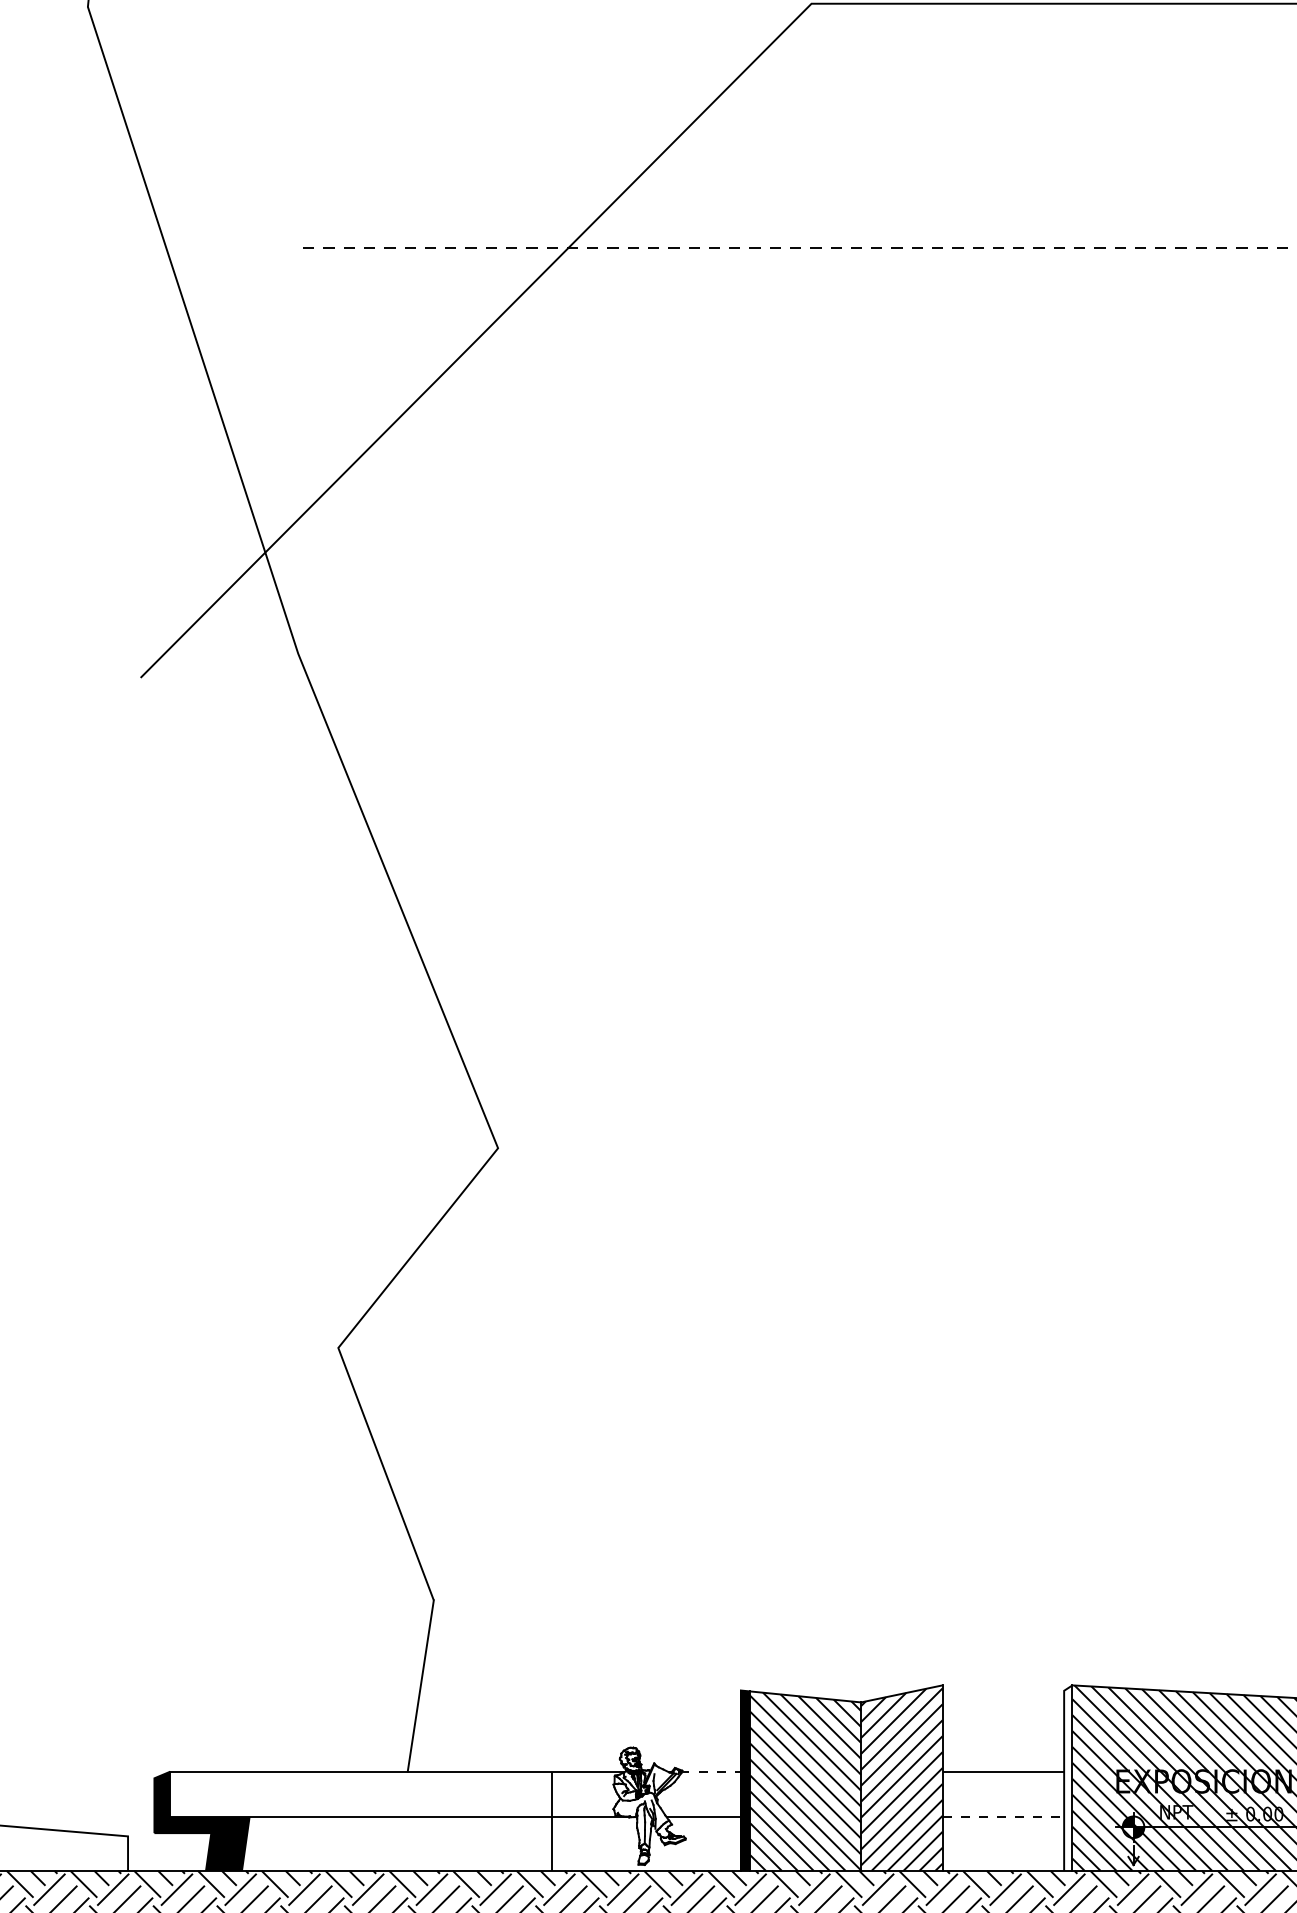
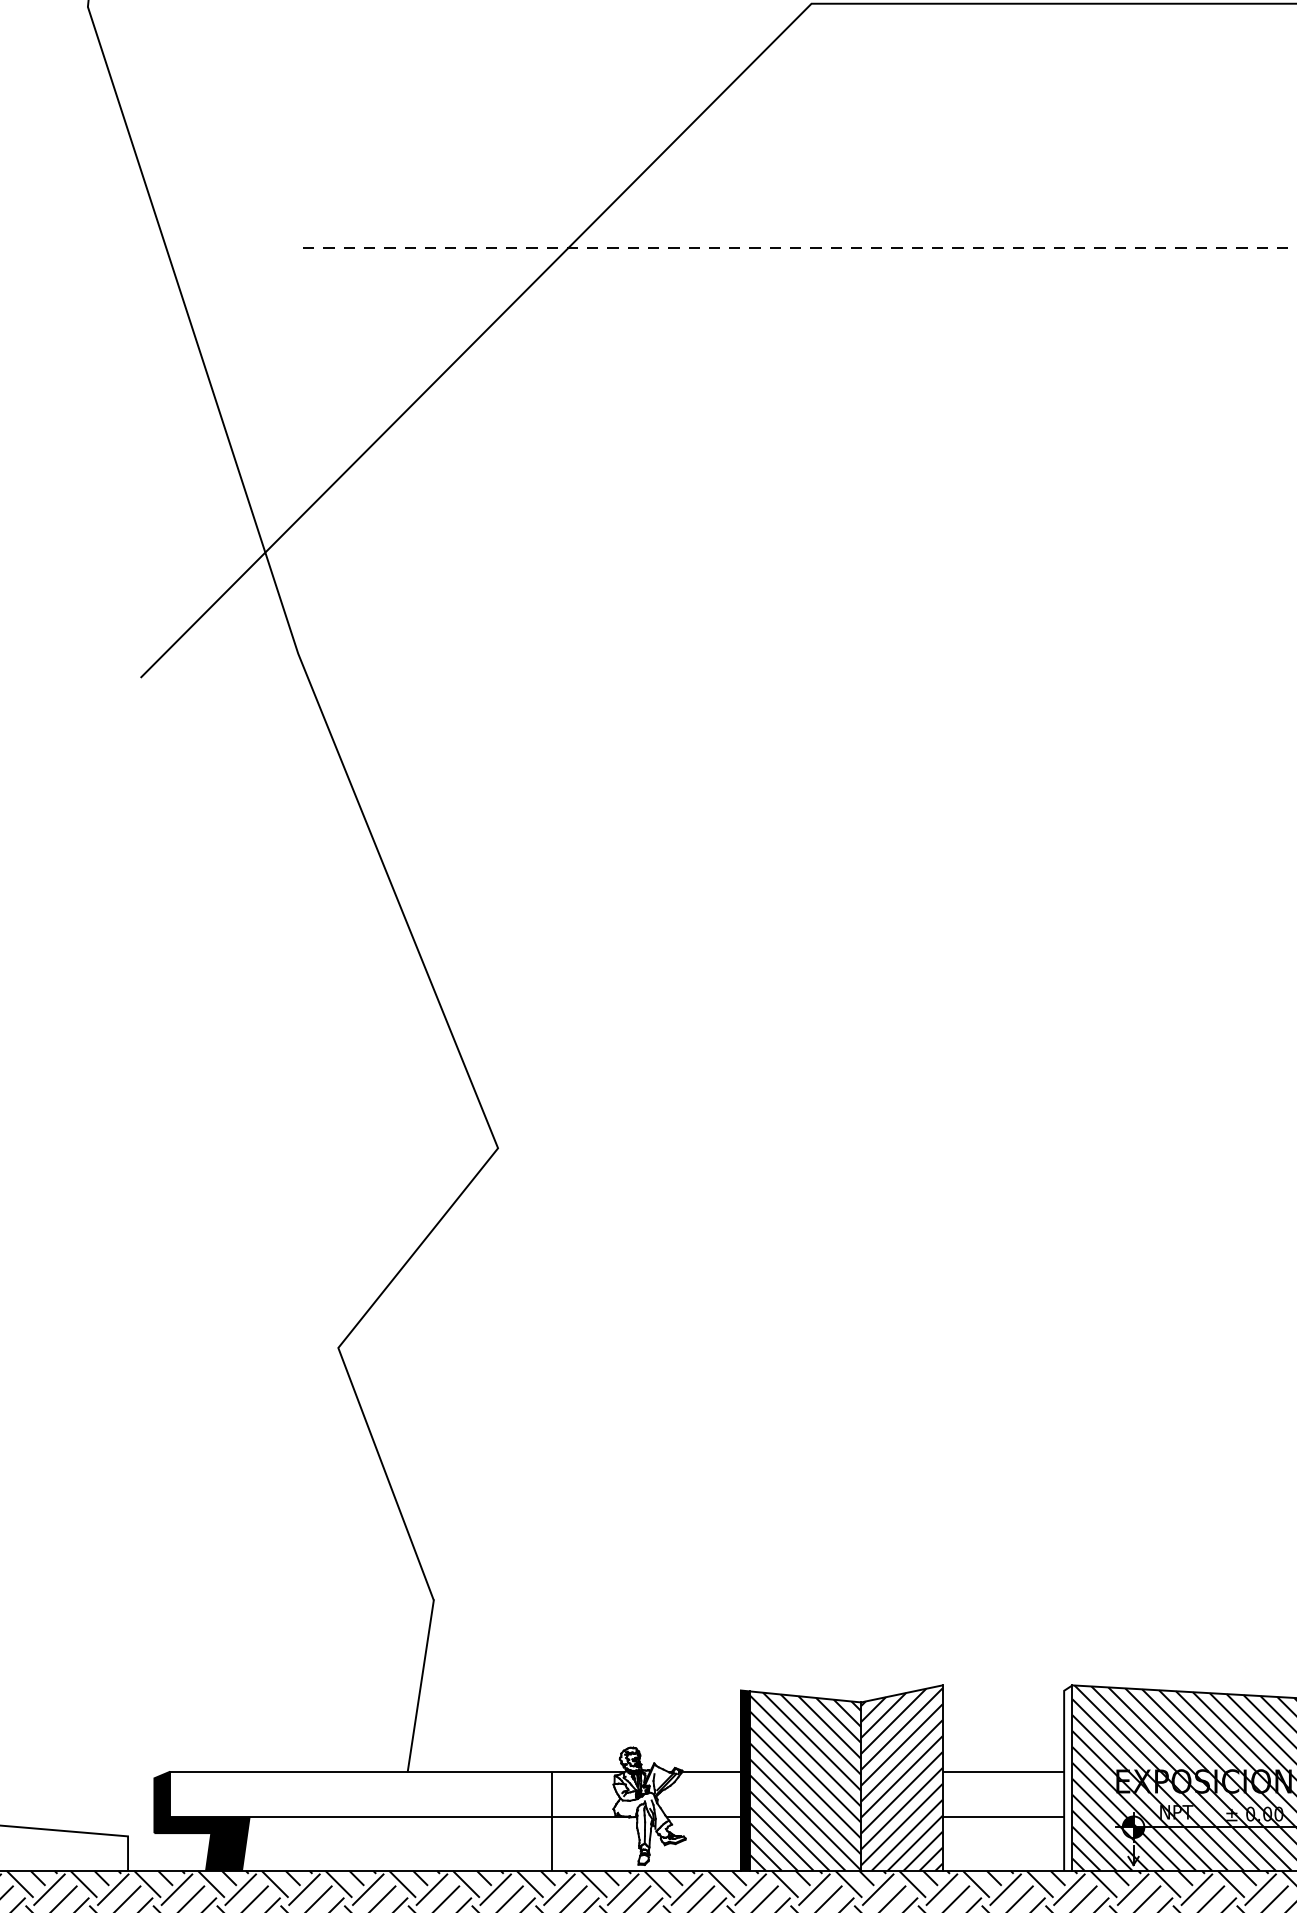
line at (711, 1771): dashed -> solid
line at (1003, 1816): dashed -> solid
